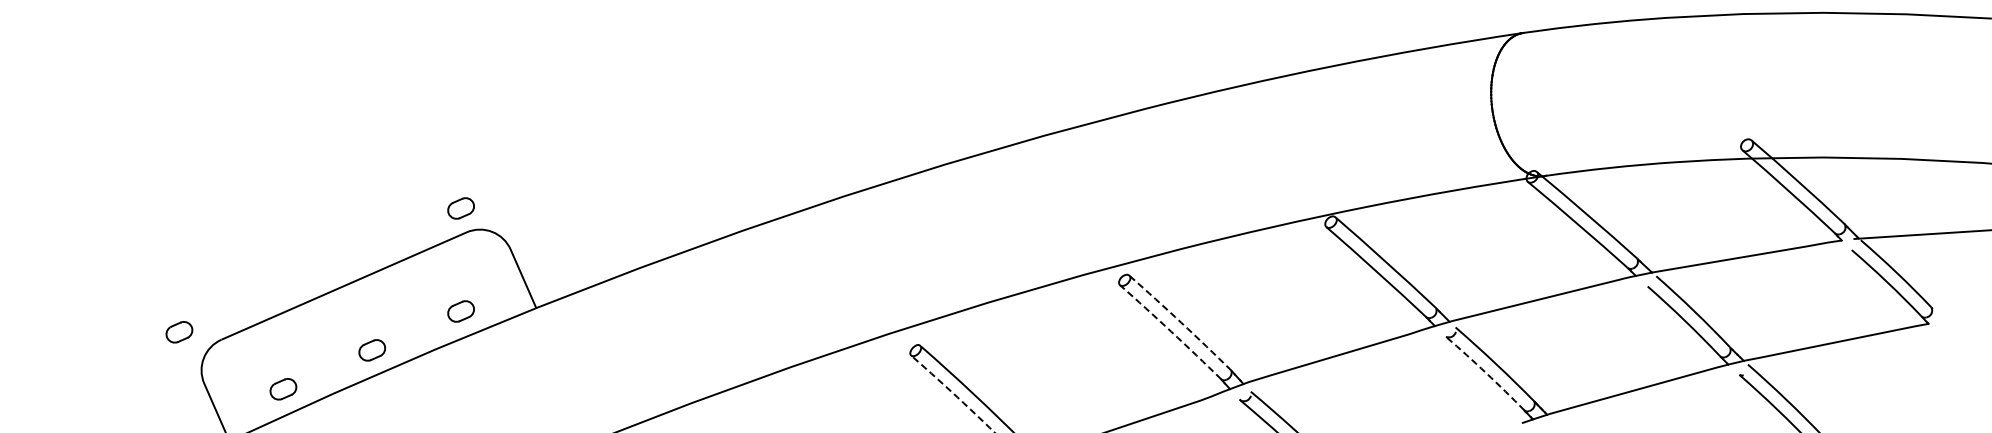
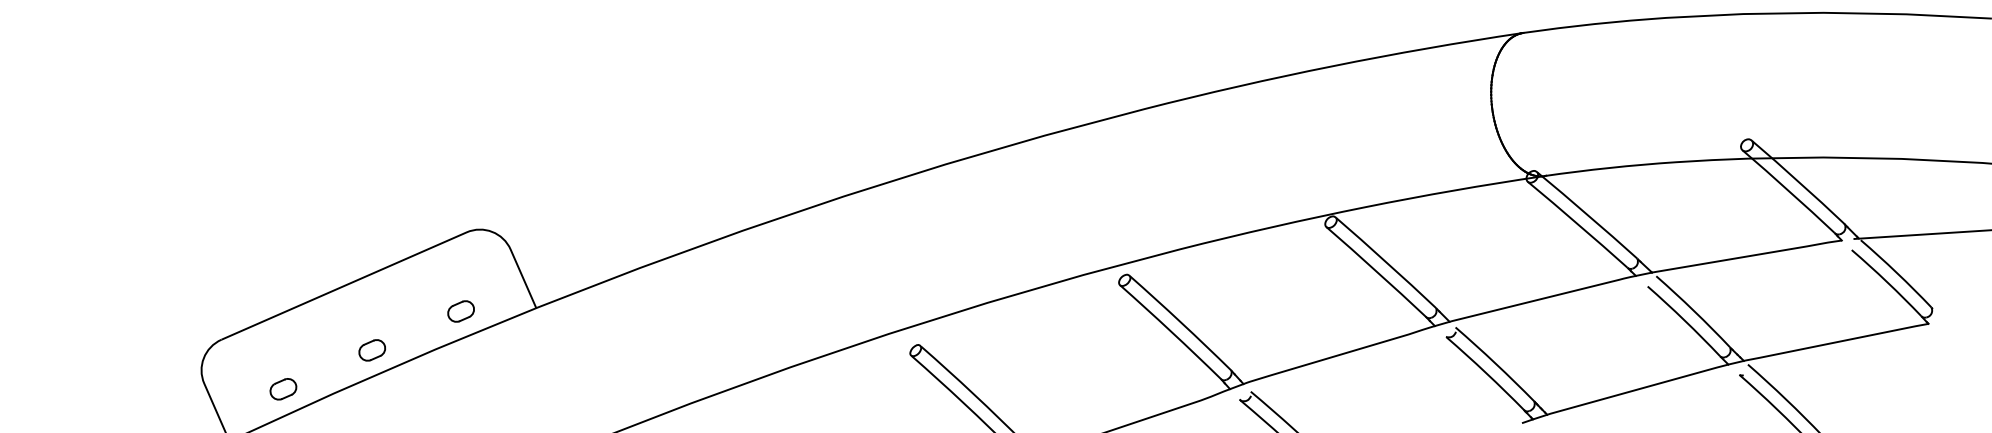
part at (460, 208): present -> none
arc at (1181, 322): dashed -> solid
arc at (1171, 331): dashed -> solid
part at (179, 332): present -> none
arc at (1486, 373): dashed -> solid
arc at (953, 394): dashed -> solid
